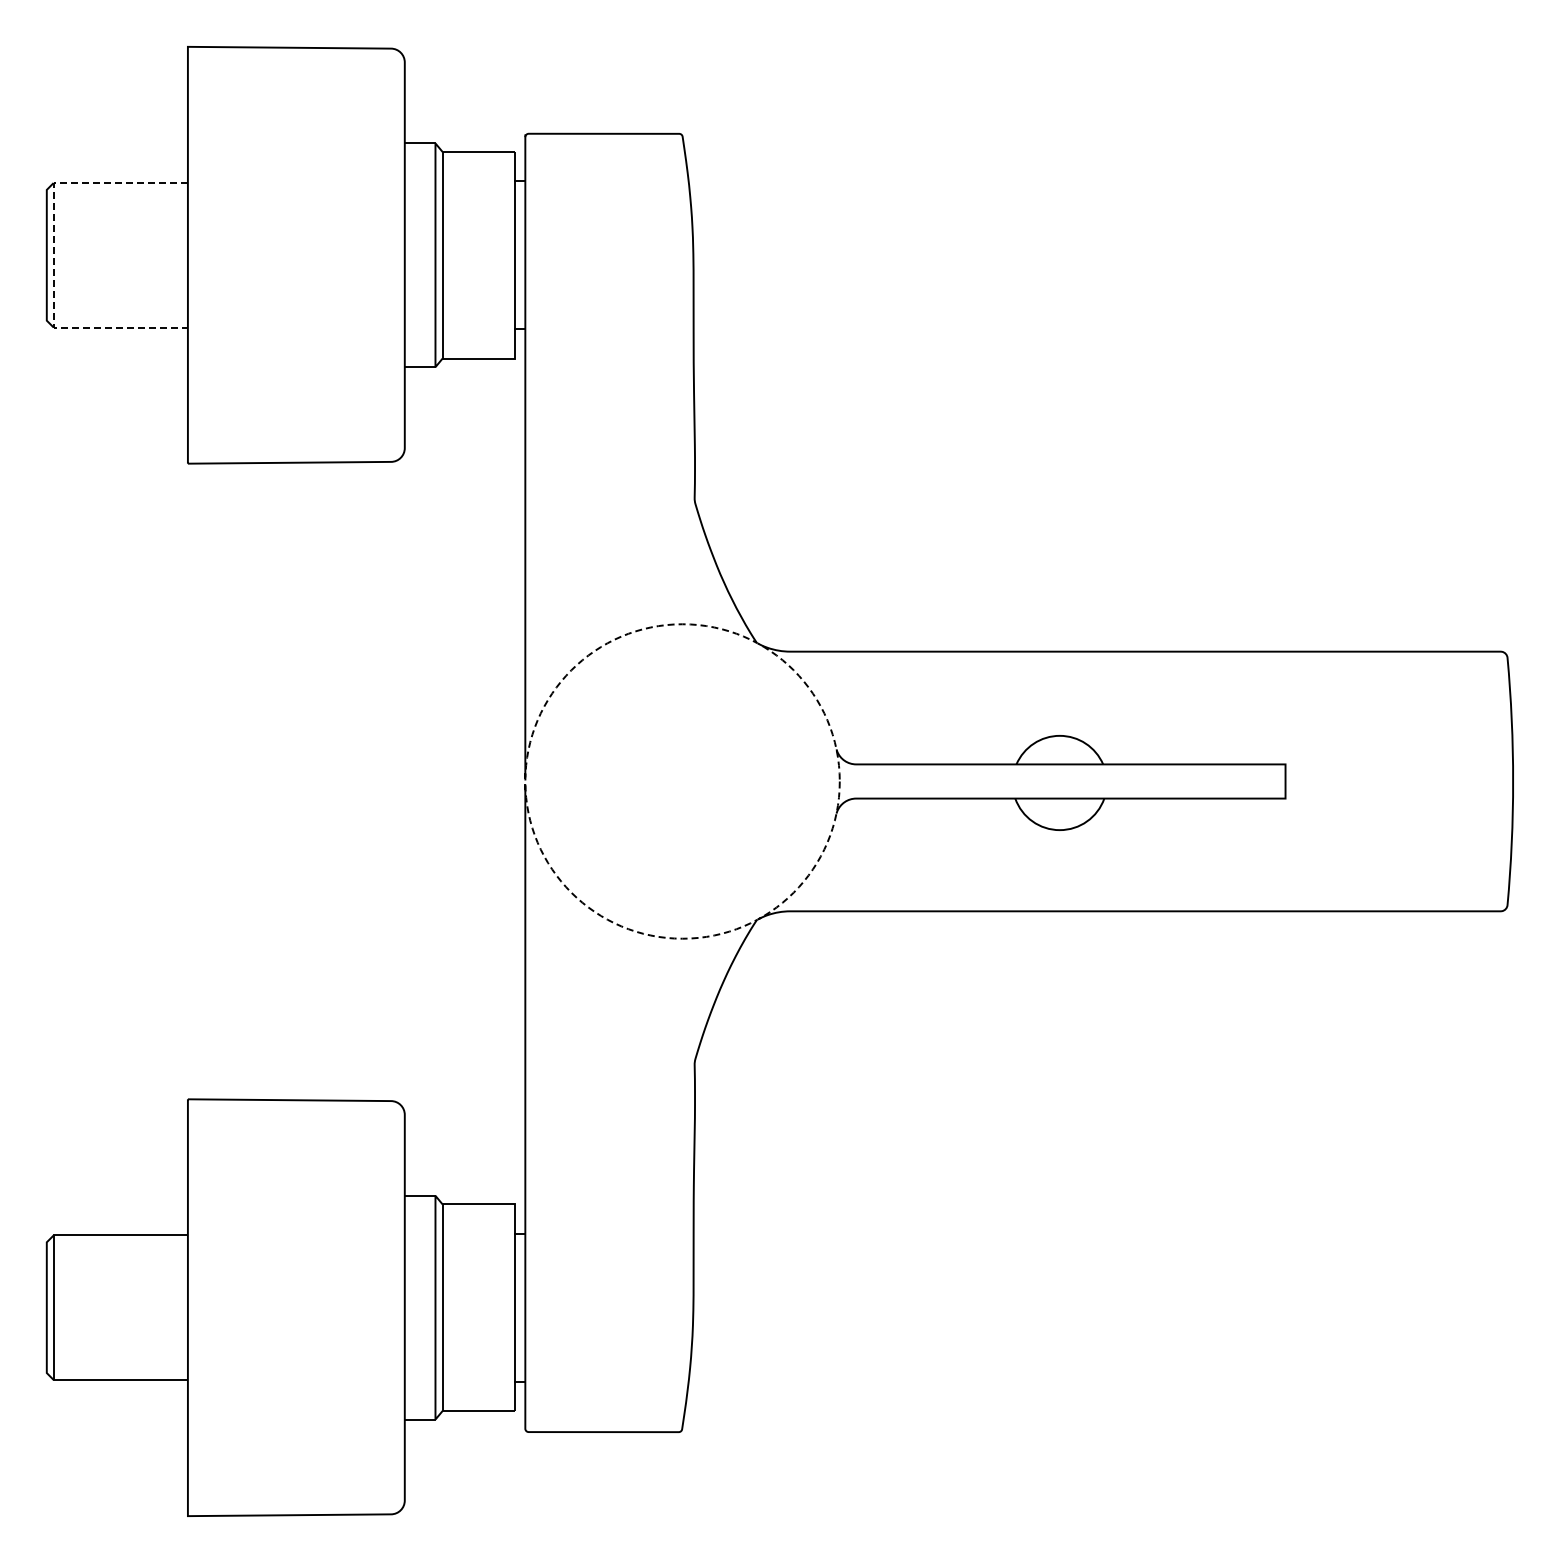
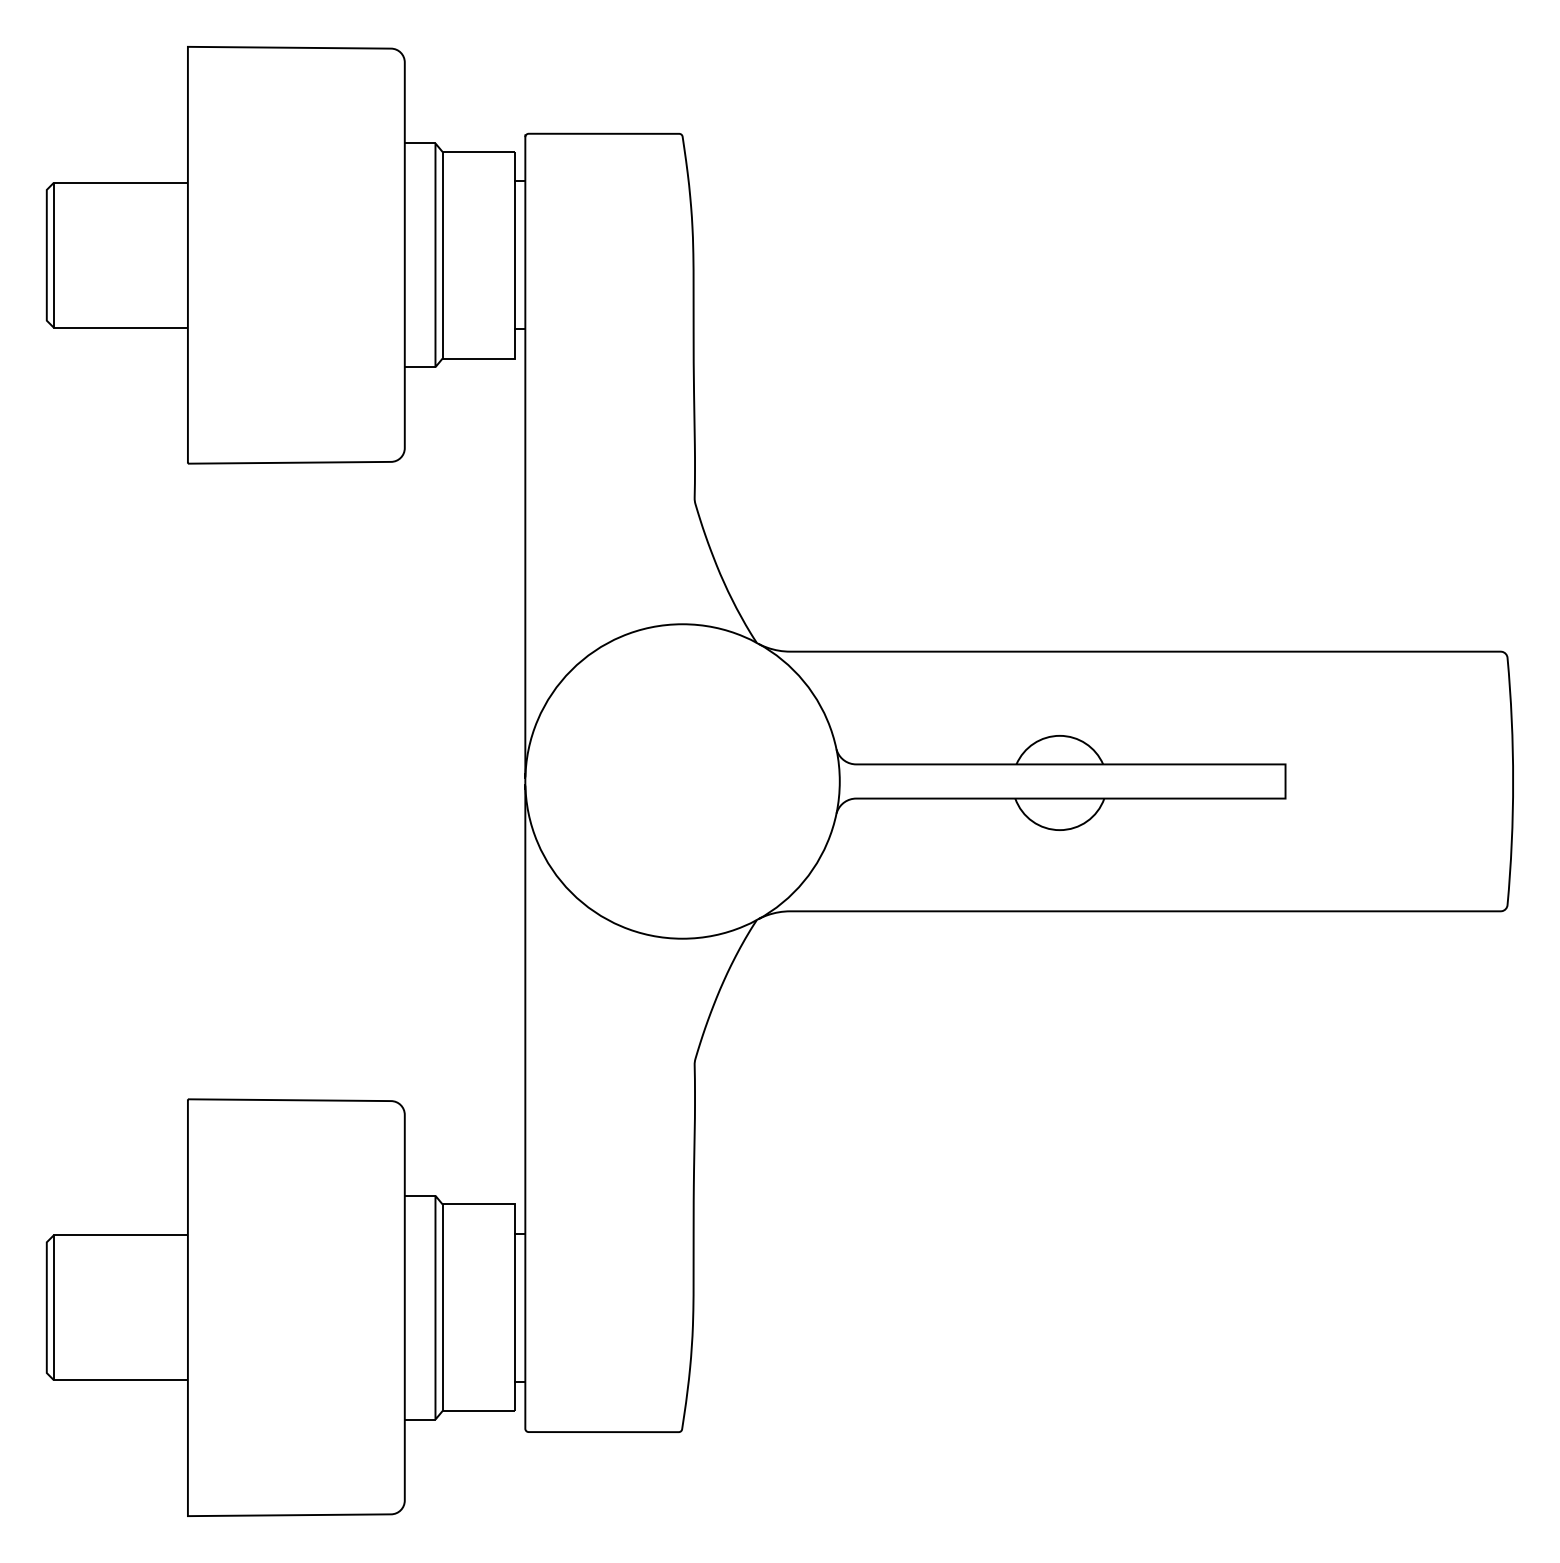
line at (53, 255): dashed -> solid
circle at (682, 781): dashed -> solid
